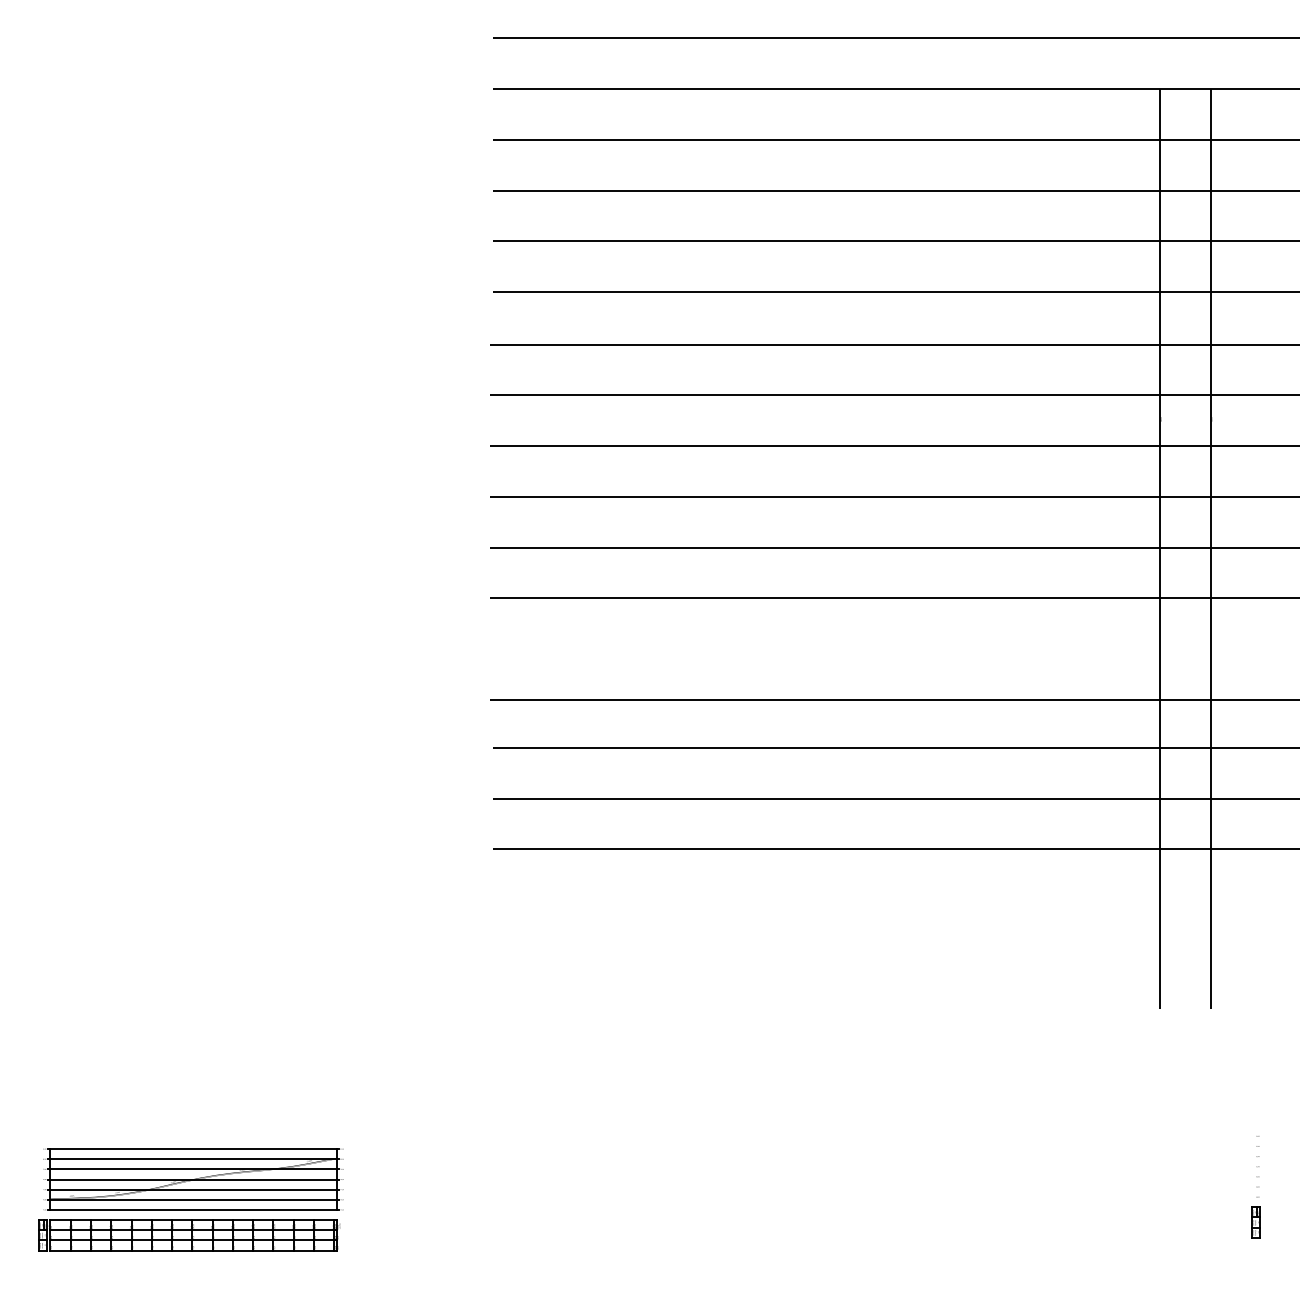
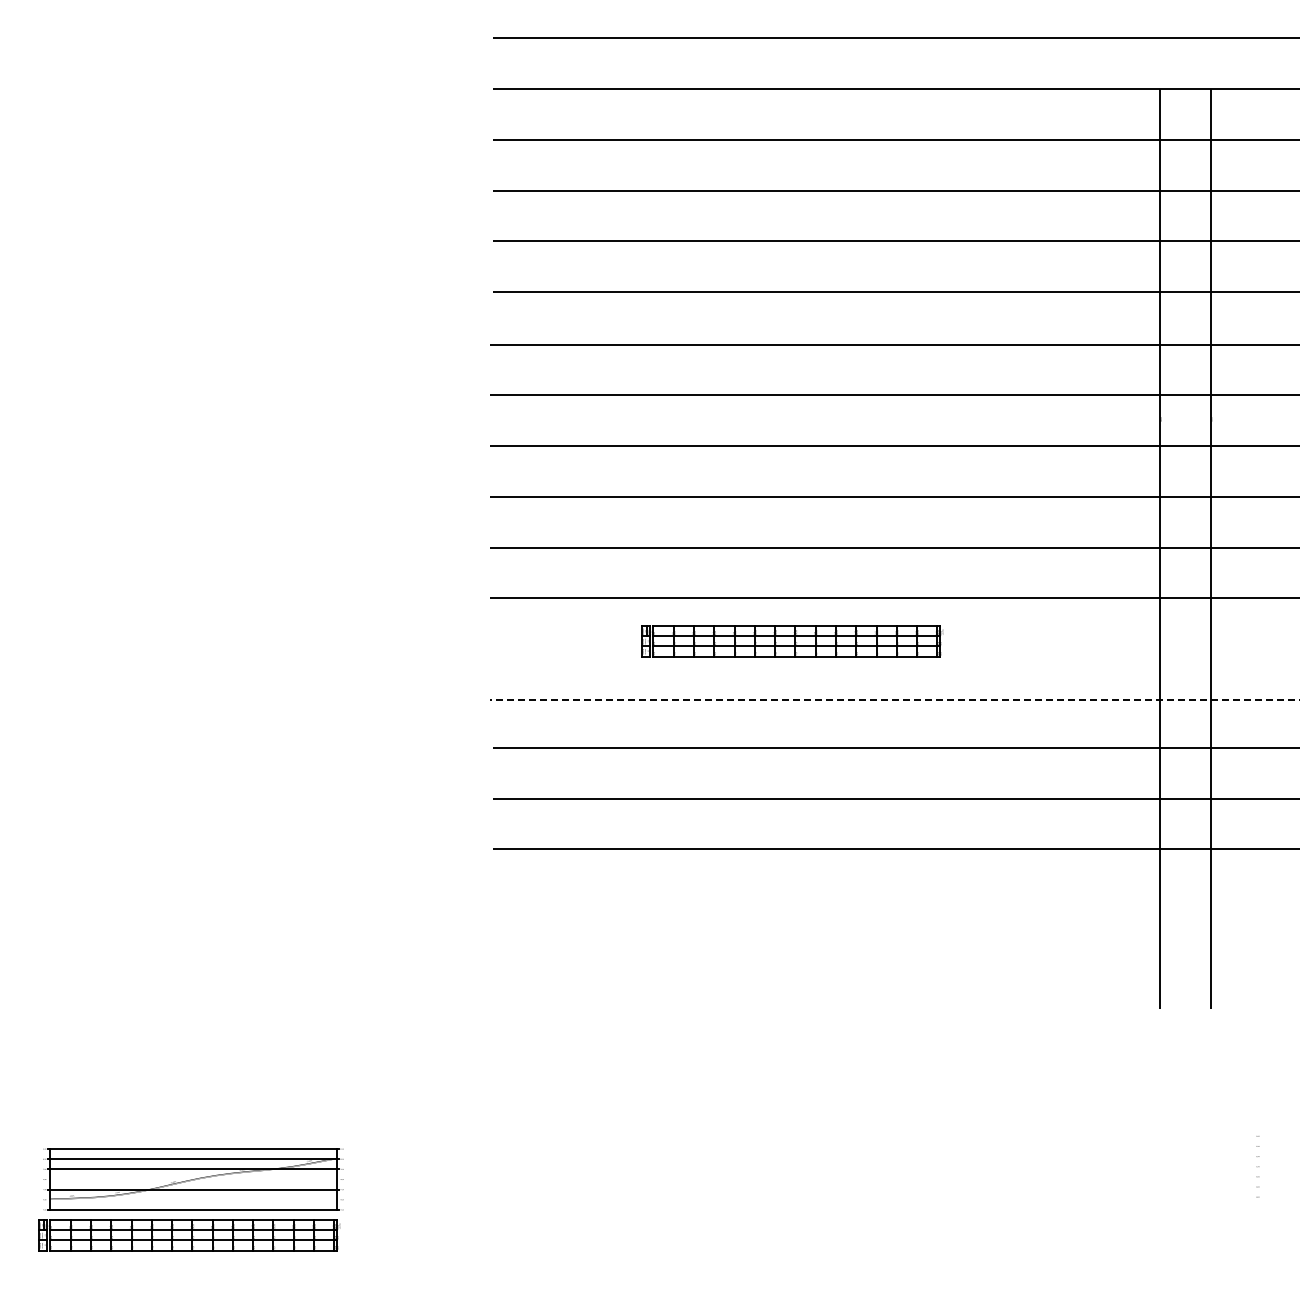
part at (792, 641): none -> present
line at (894, 699): solid -> dashed
line at (193, 1179): present -> none
line at (193, 1199): present -> none
part at (1255, 1222): present -> none
